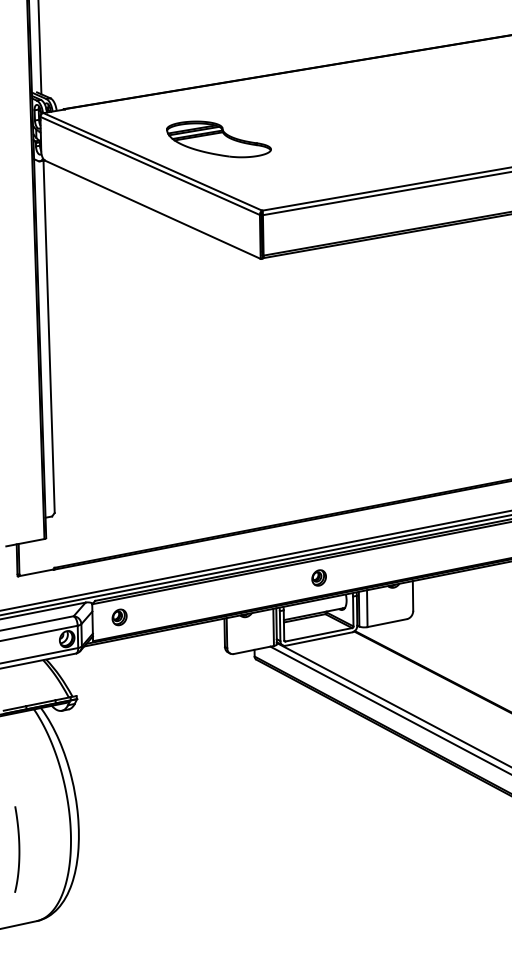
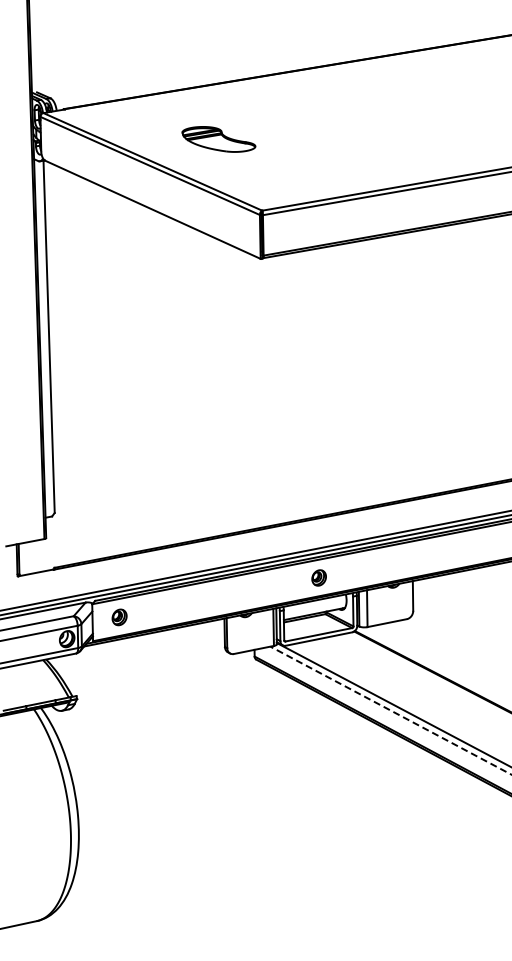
line at (39, 48): present -> none
part at (218, 139) size: 106x39 px -> 76x27 px
line at (391, 710): solid -> dashed
curve at (18, 849): present -> none
